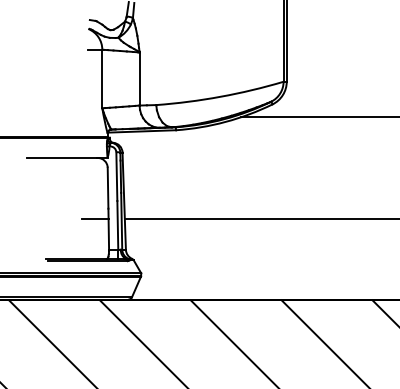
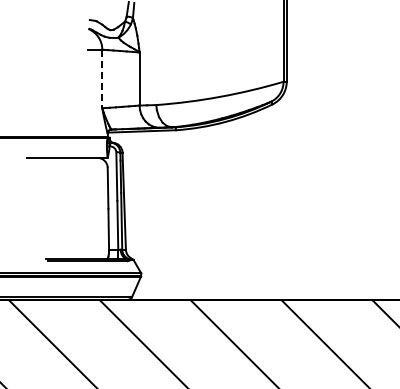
line at (102, 79): solid -> dashed
line at (318, 117): present -> none
line at (94, 218): present -> none
line at (260, 218): present -> none
